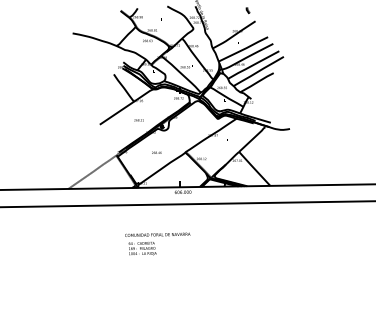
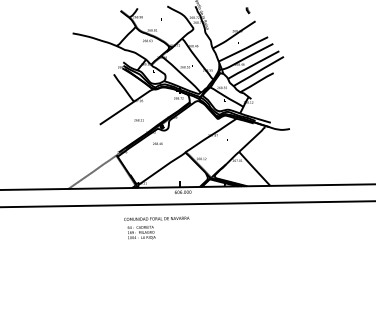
text at (156, 152) position: (156, 152) -> (157, 143)
text at (157, 243) position: (157, 243) -> (156, 227)
